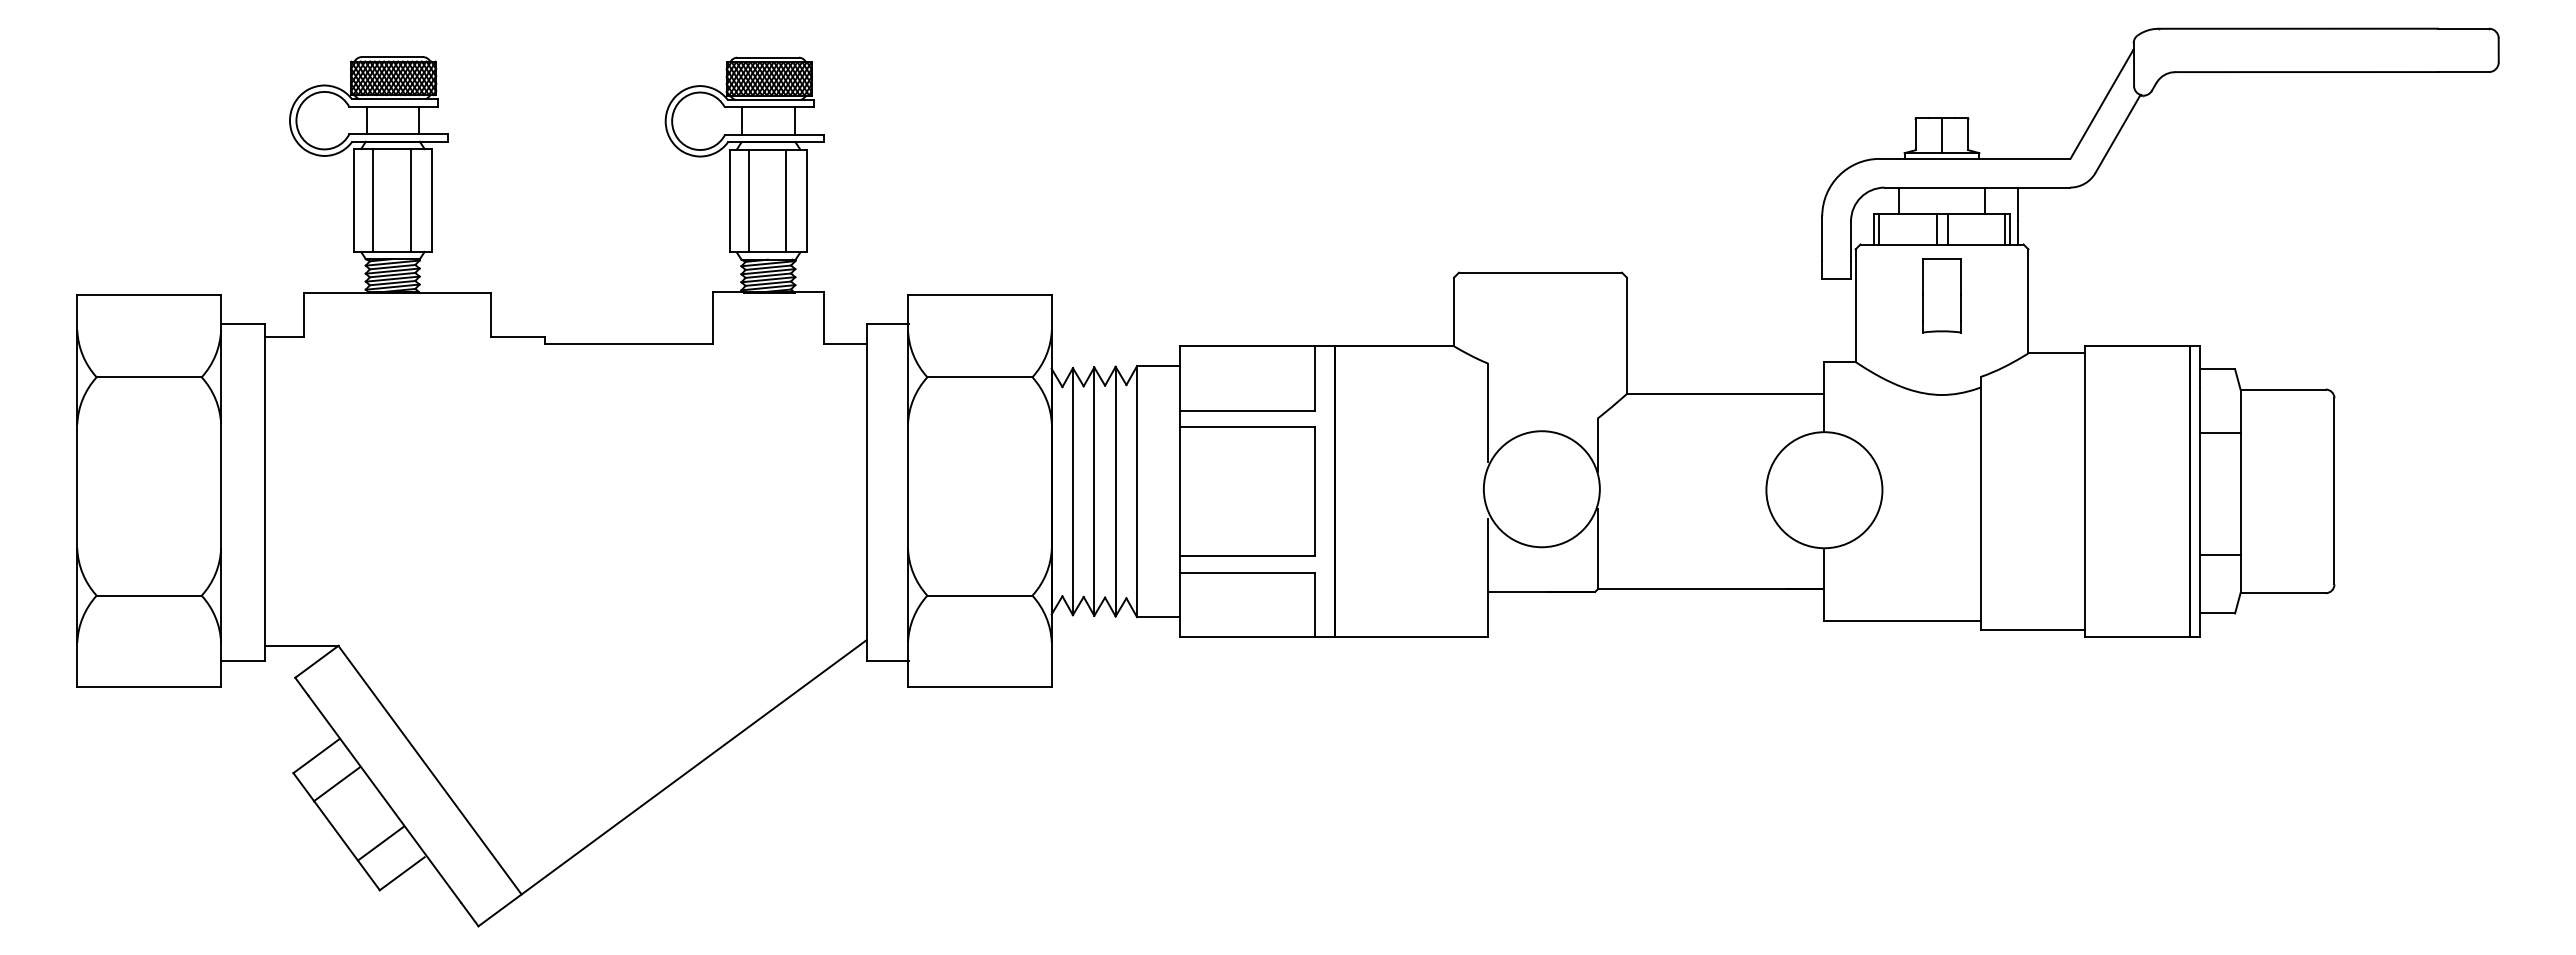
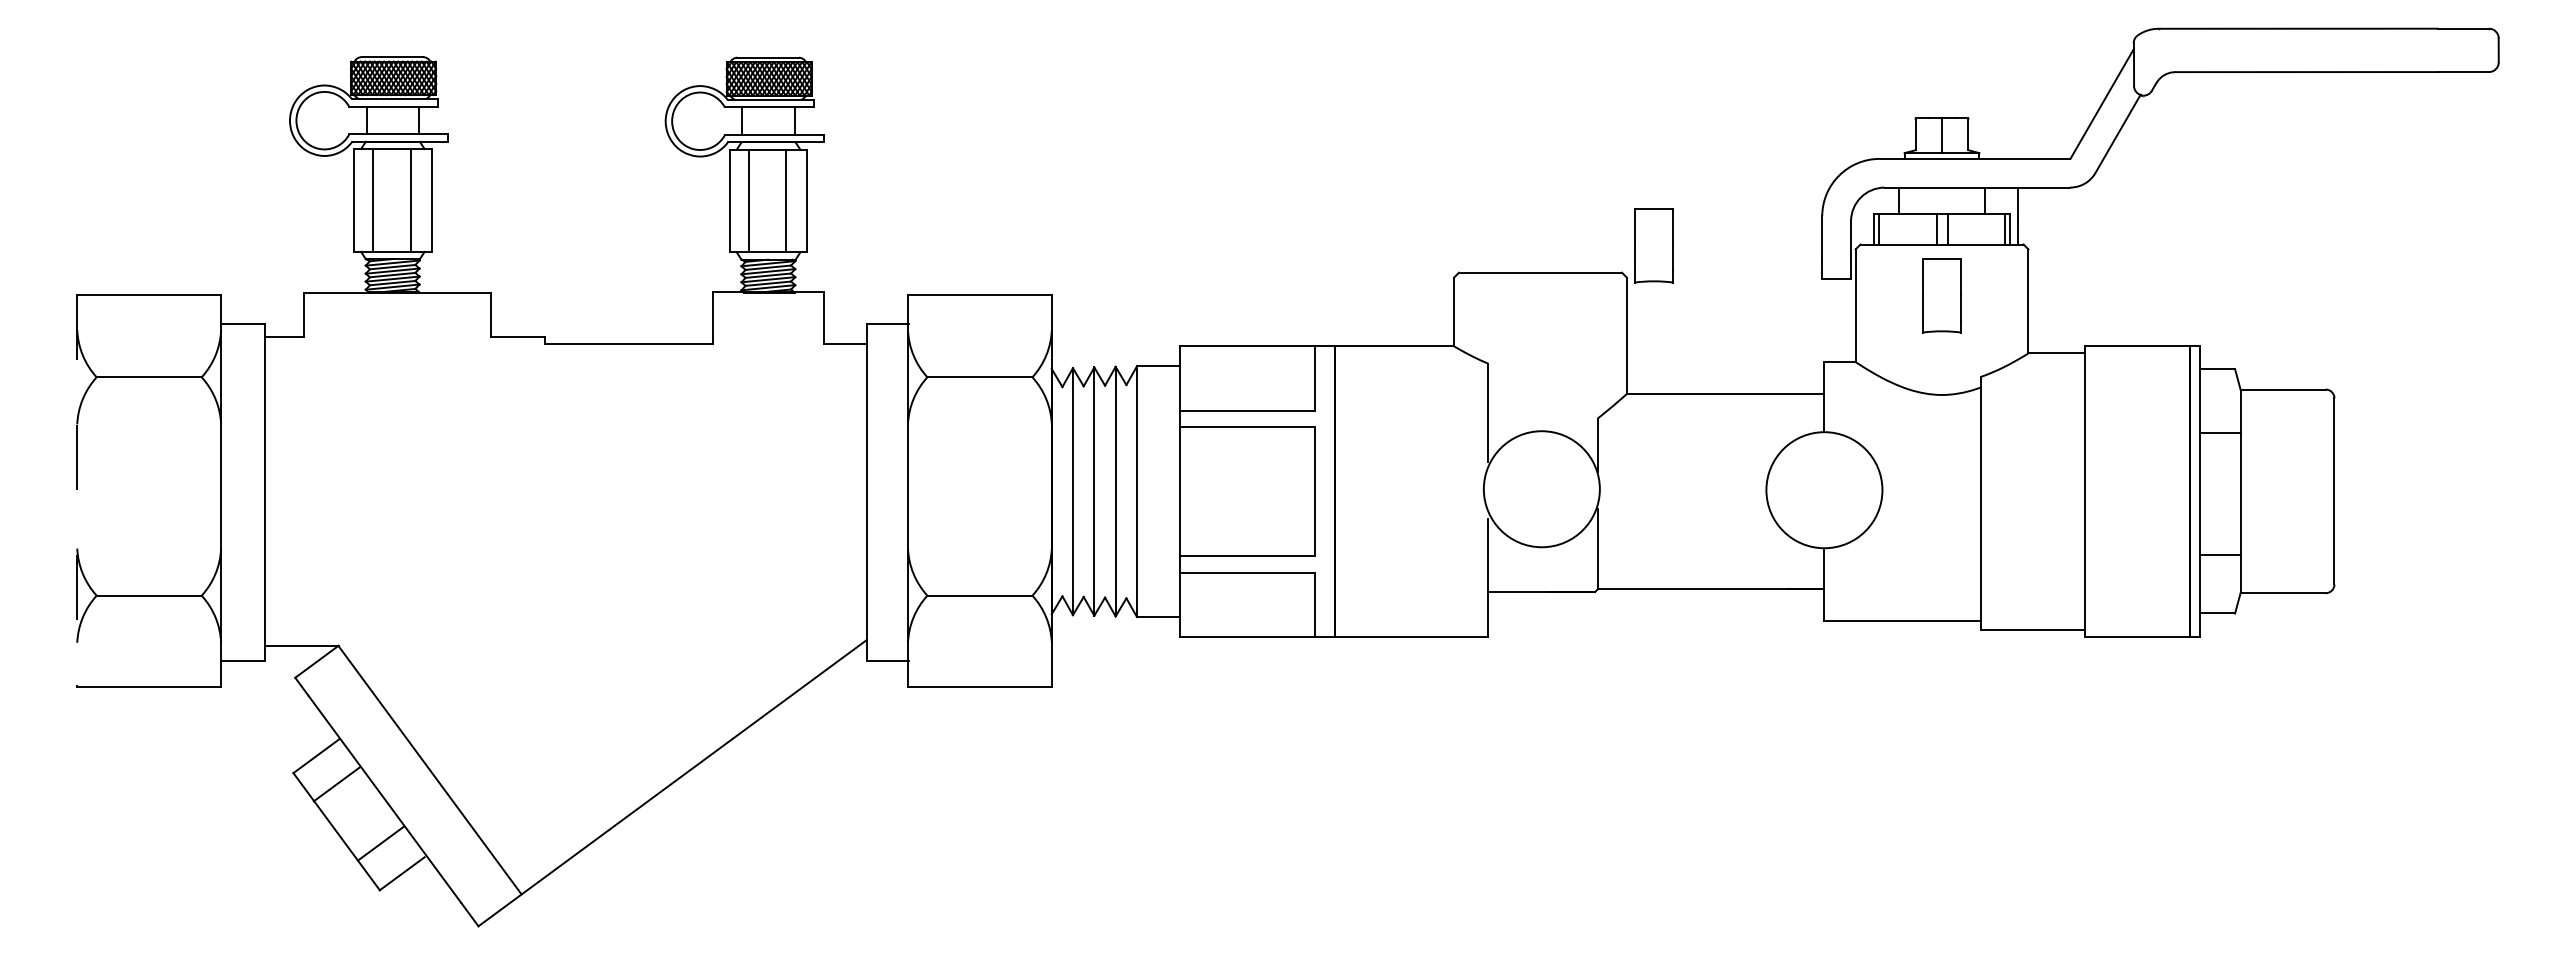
part at (1653, 245): none -> present
line at (77, 490): solid -> dashed
